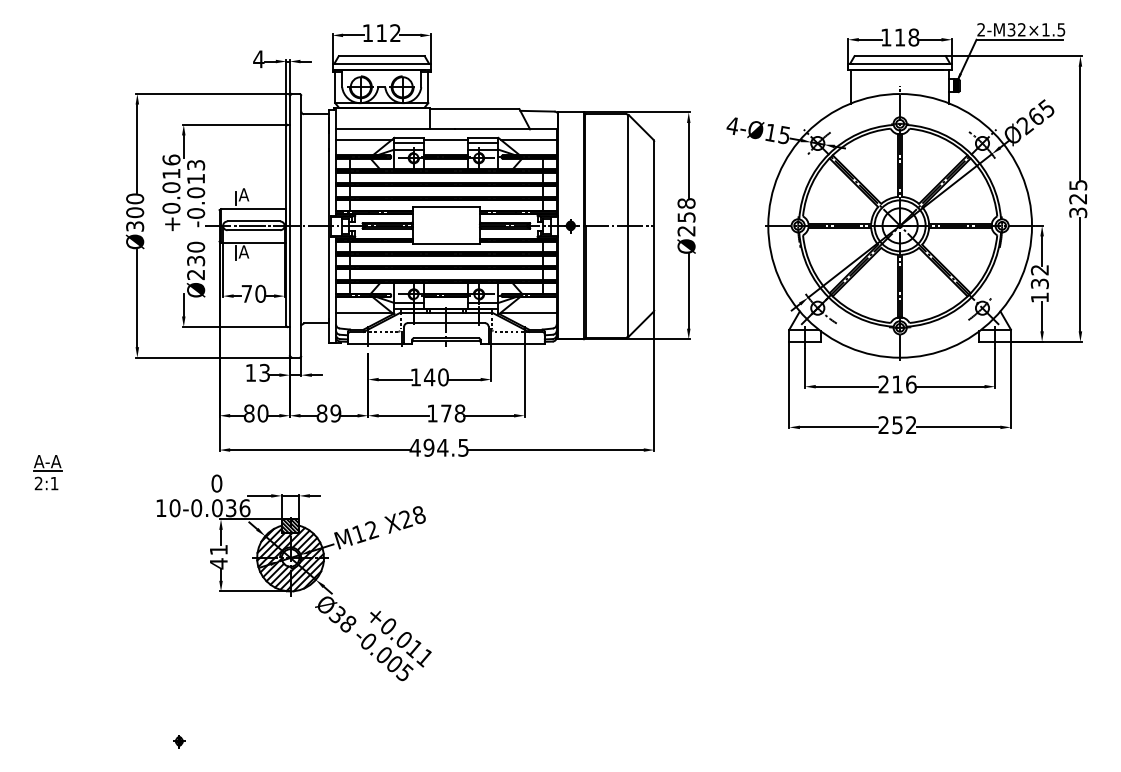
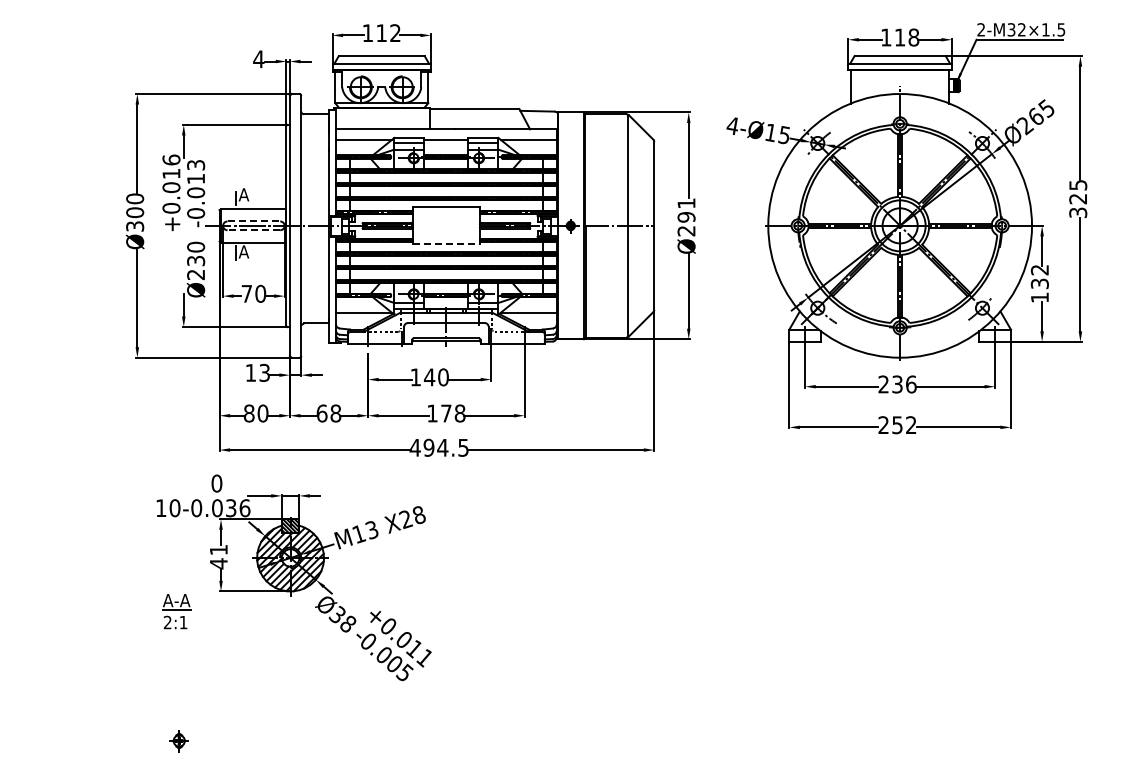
text at (686, 210): Ø258 -> Ø291
line at (254, 221): solid -> dashed
line at (253, 230): solid -> dashed
line at (446, 244): solid -> dashed
text at (897, 384): 216 -> 236
text at (328, 413): 89 -> 68
part at (47, 472) position: (47, 472) -> (176, 611)
text at (372, 530): M12 -> M13
part at (179, 741) size: 13x14 px -> 20x23 px
